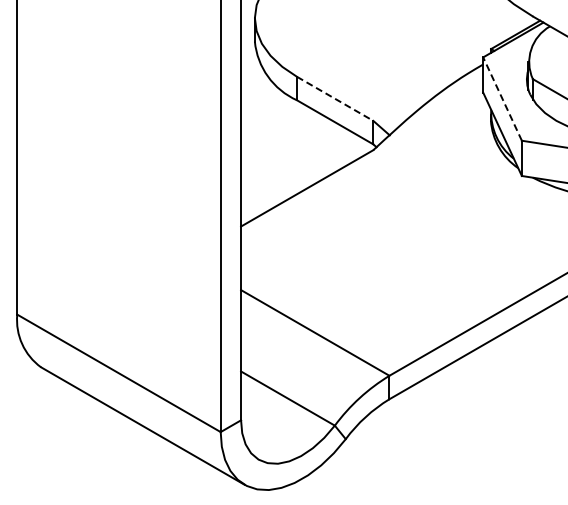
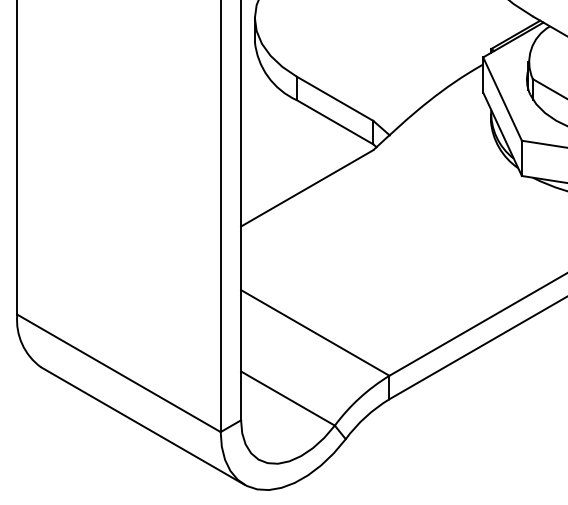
line at (335, 99): dashed -> solid
line at (502, 99): dashed -> solid
